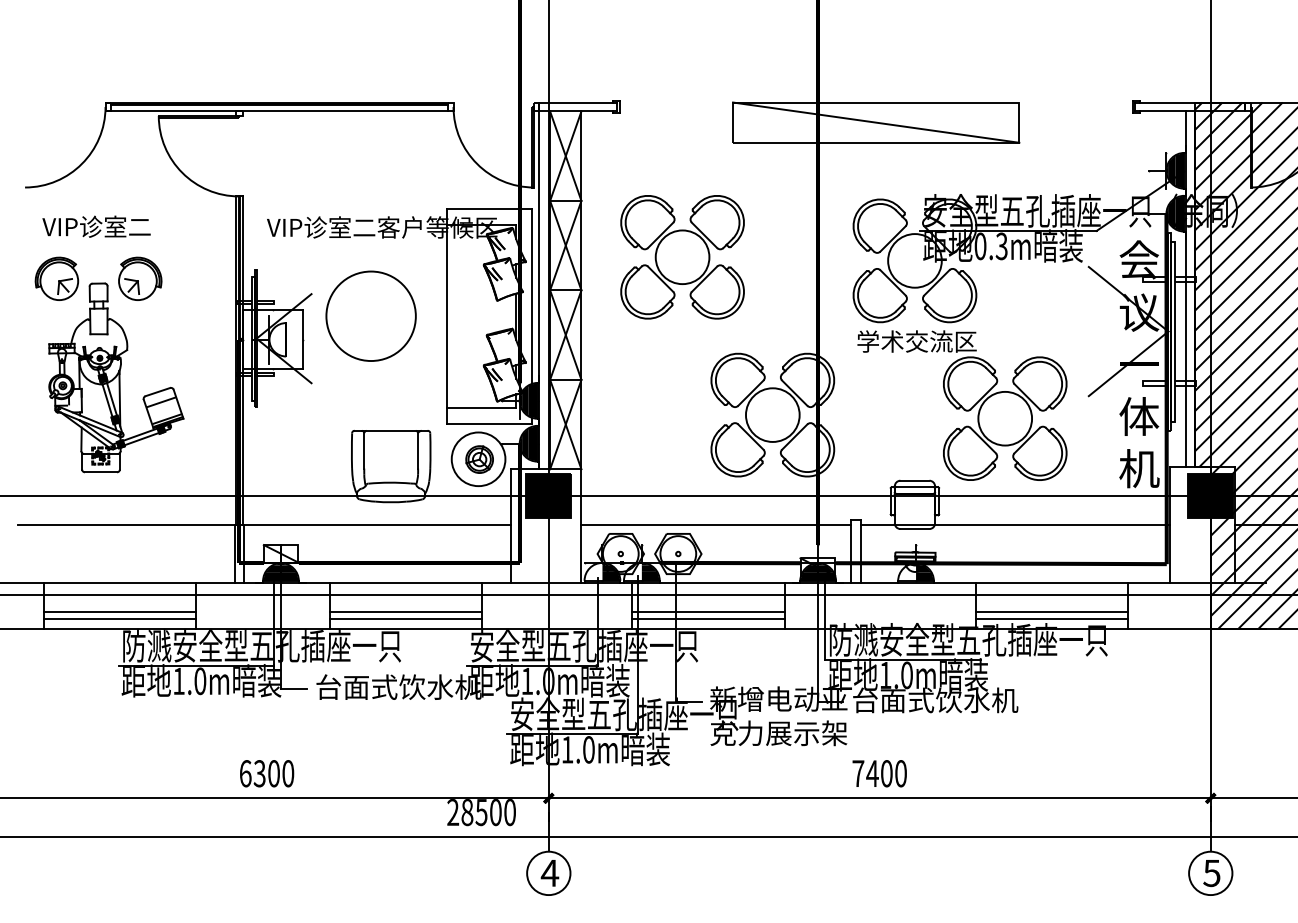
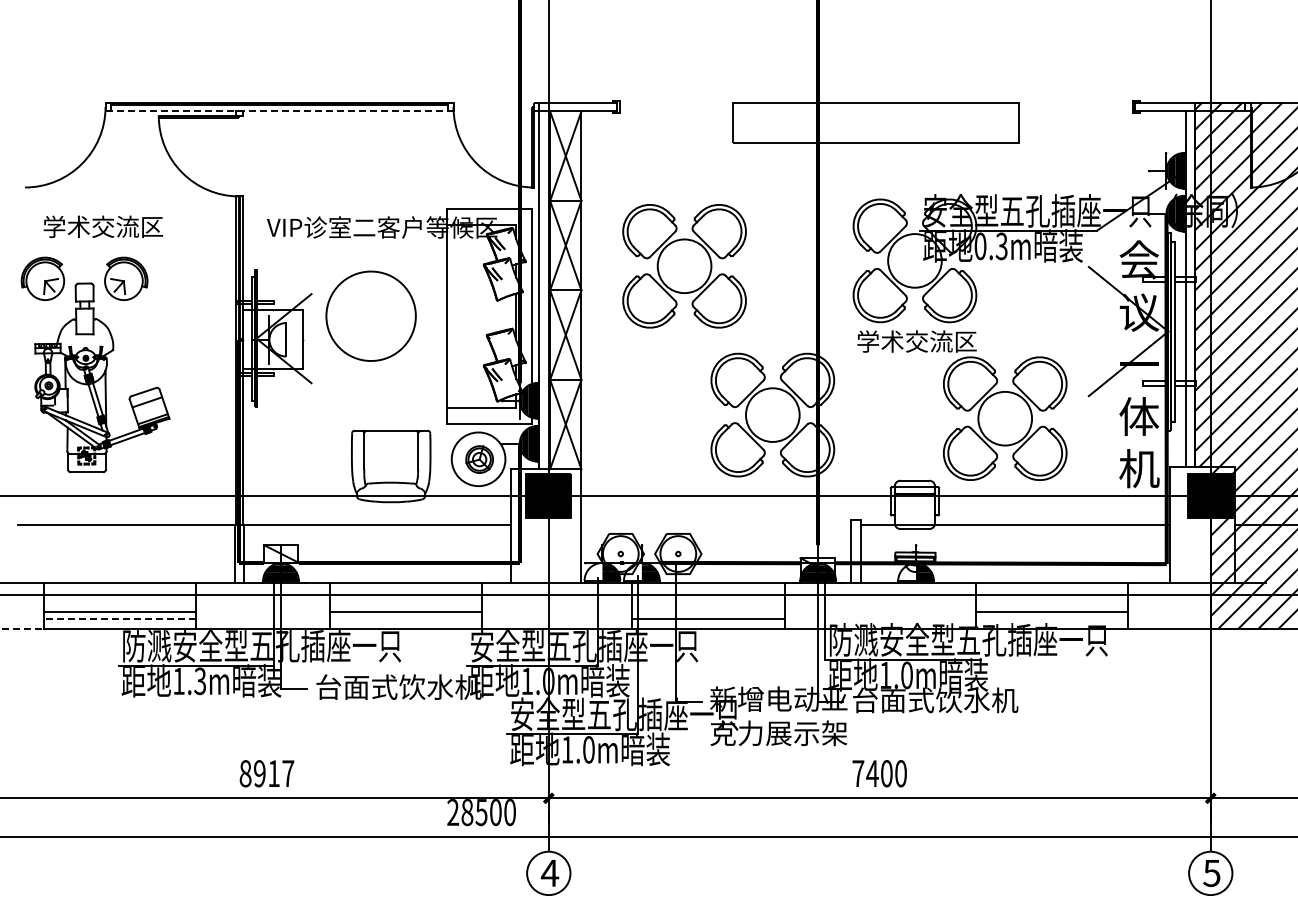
line at (277, 110): solid -> dashed
line at (876, 122): present -> none
text at (102, 226): VIP诊室二 -> 学术交流区
part at (682, 257) position: (682, 257) -> (684, 266)
part at (109, 364) position: (109, 364) -> (95, 364)
line at (715, 524): present -> none
line at (708, 611): present -> none
line at (119, 618): solid -> dashed
line at (406, 618): present -> none
line at (1051, 618): present -> none
line at (21, 628): solid -> dashed
text at (200, 681): 1.0m -> 1.3m
text at (266, 773): 6300 -> 8917
